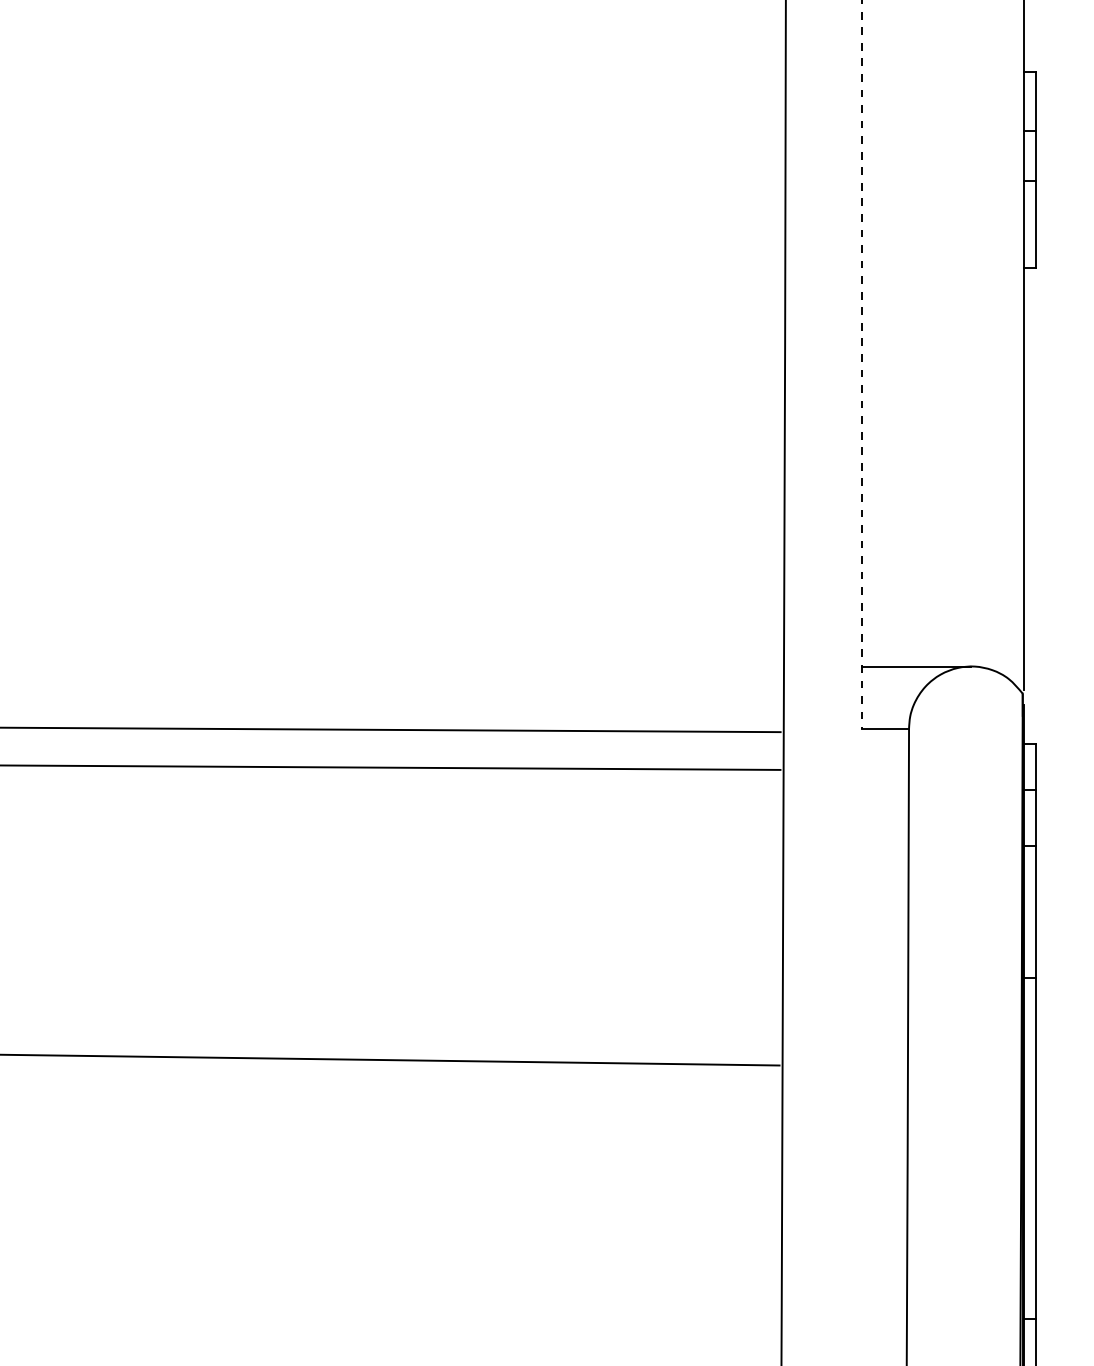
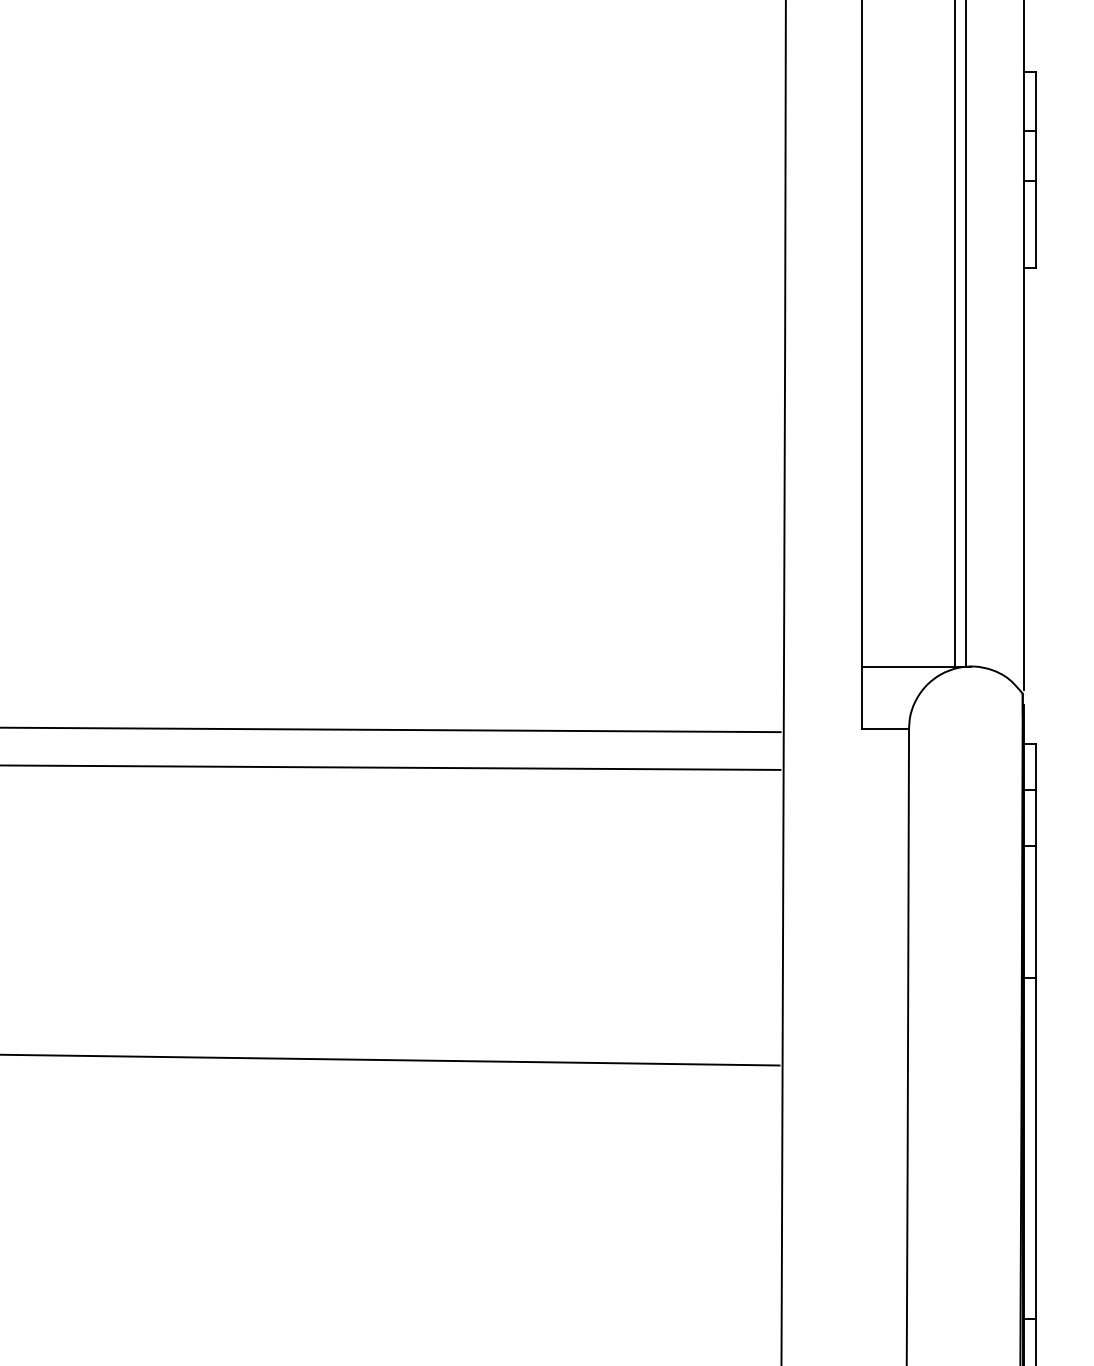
line at (955, 334): none -> present
line at (965, 334): none -> present
line at (861, 364): dashed -> solid
